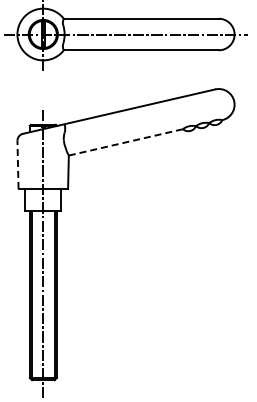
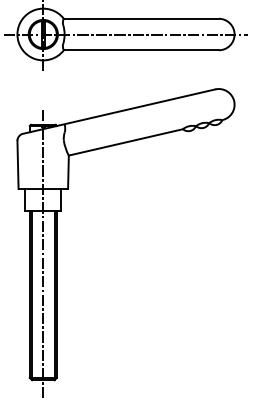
line at (125, 142): dashed -> solid
line at (18, 164): dashed -> solid
